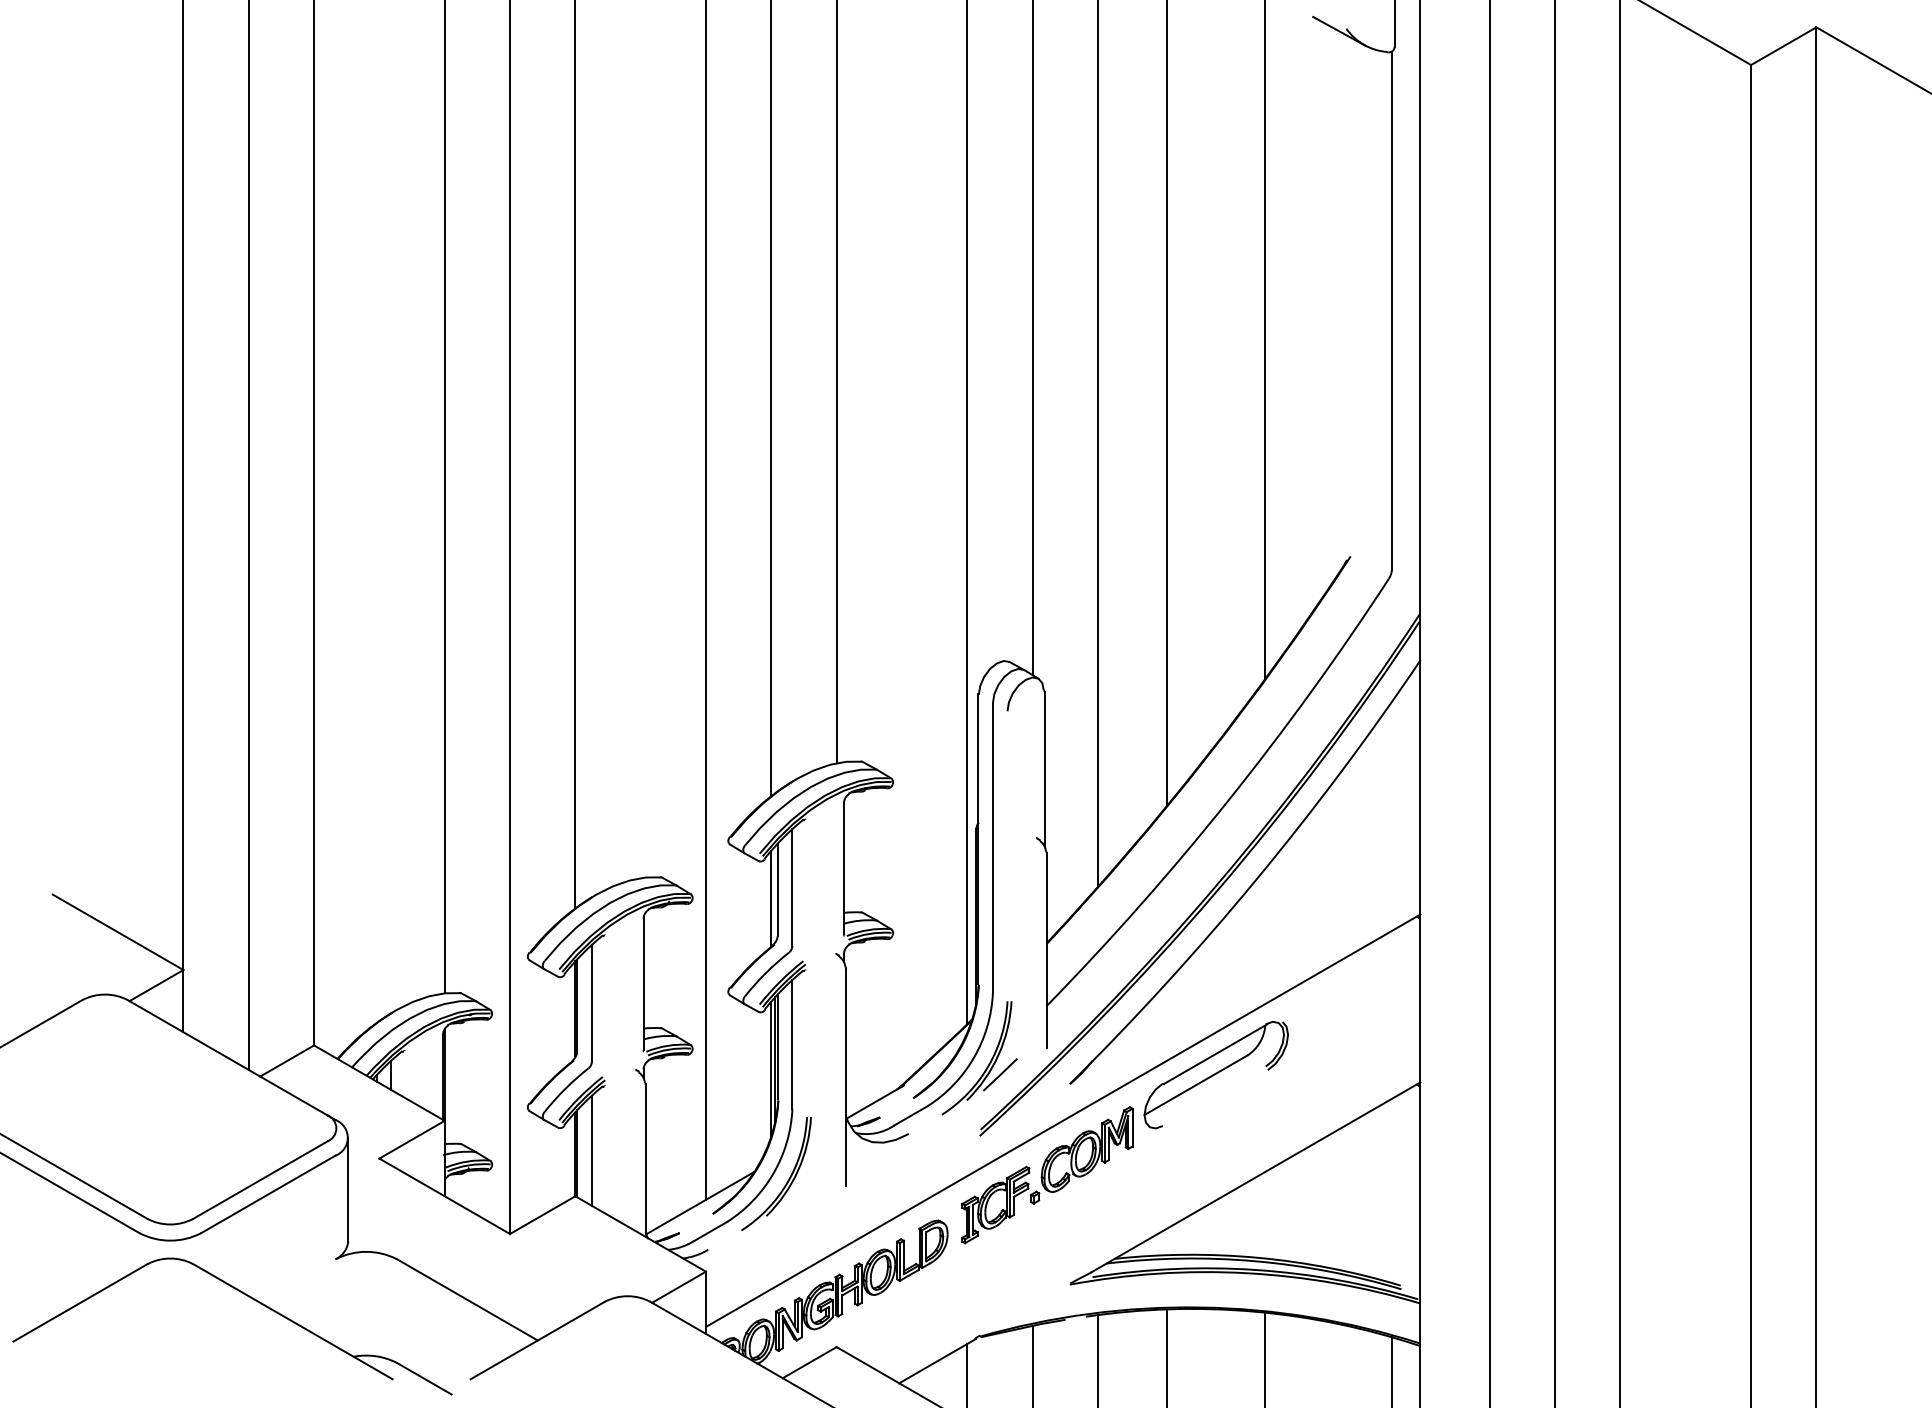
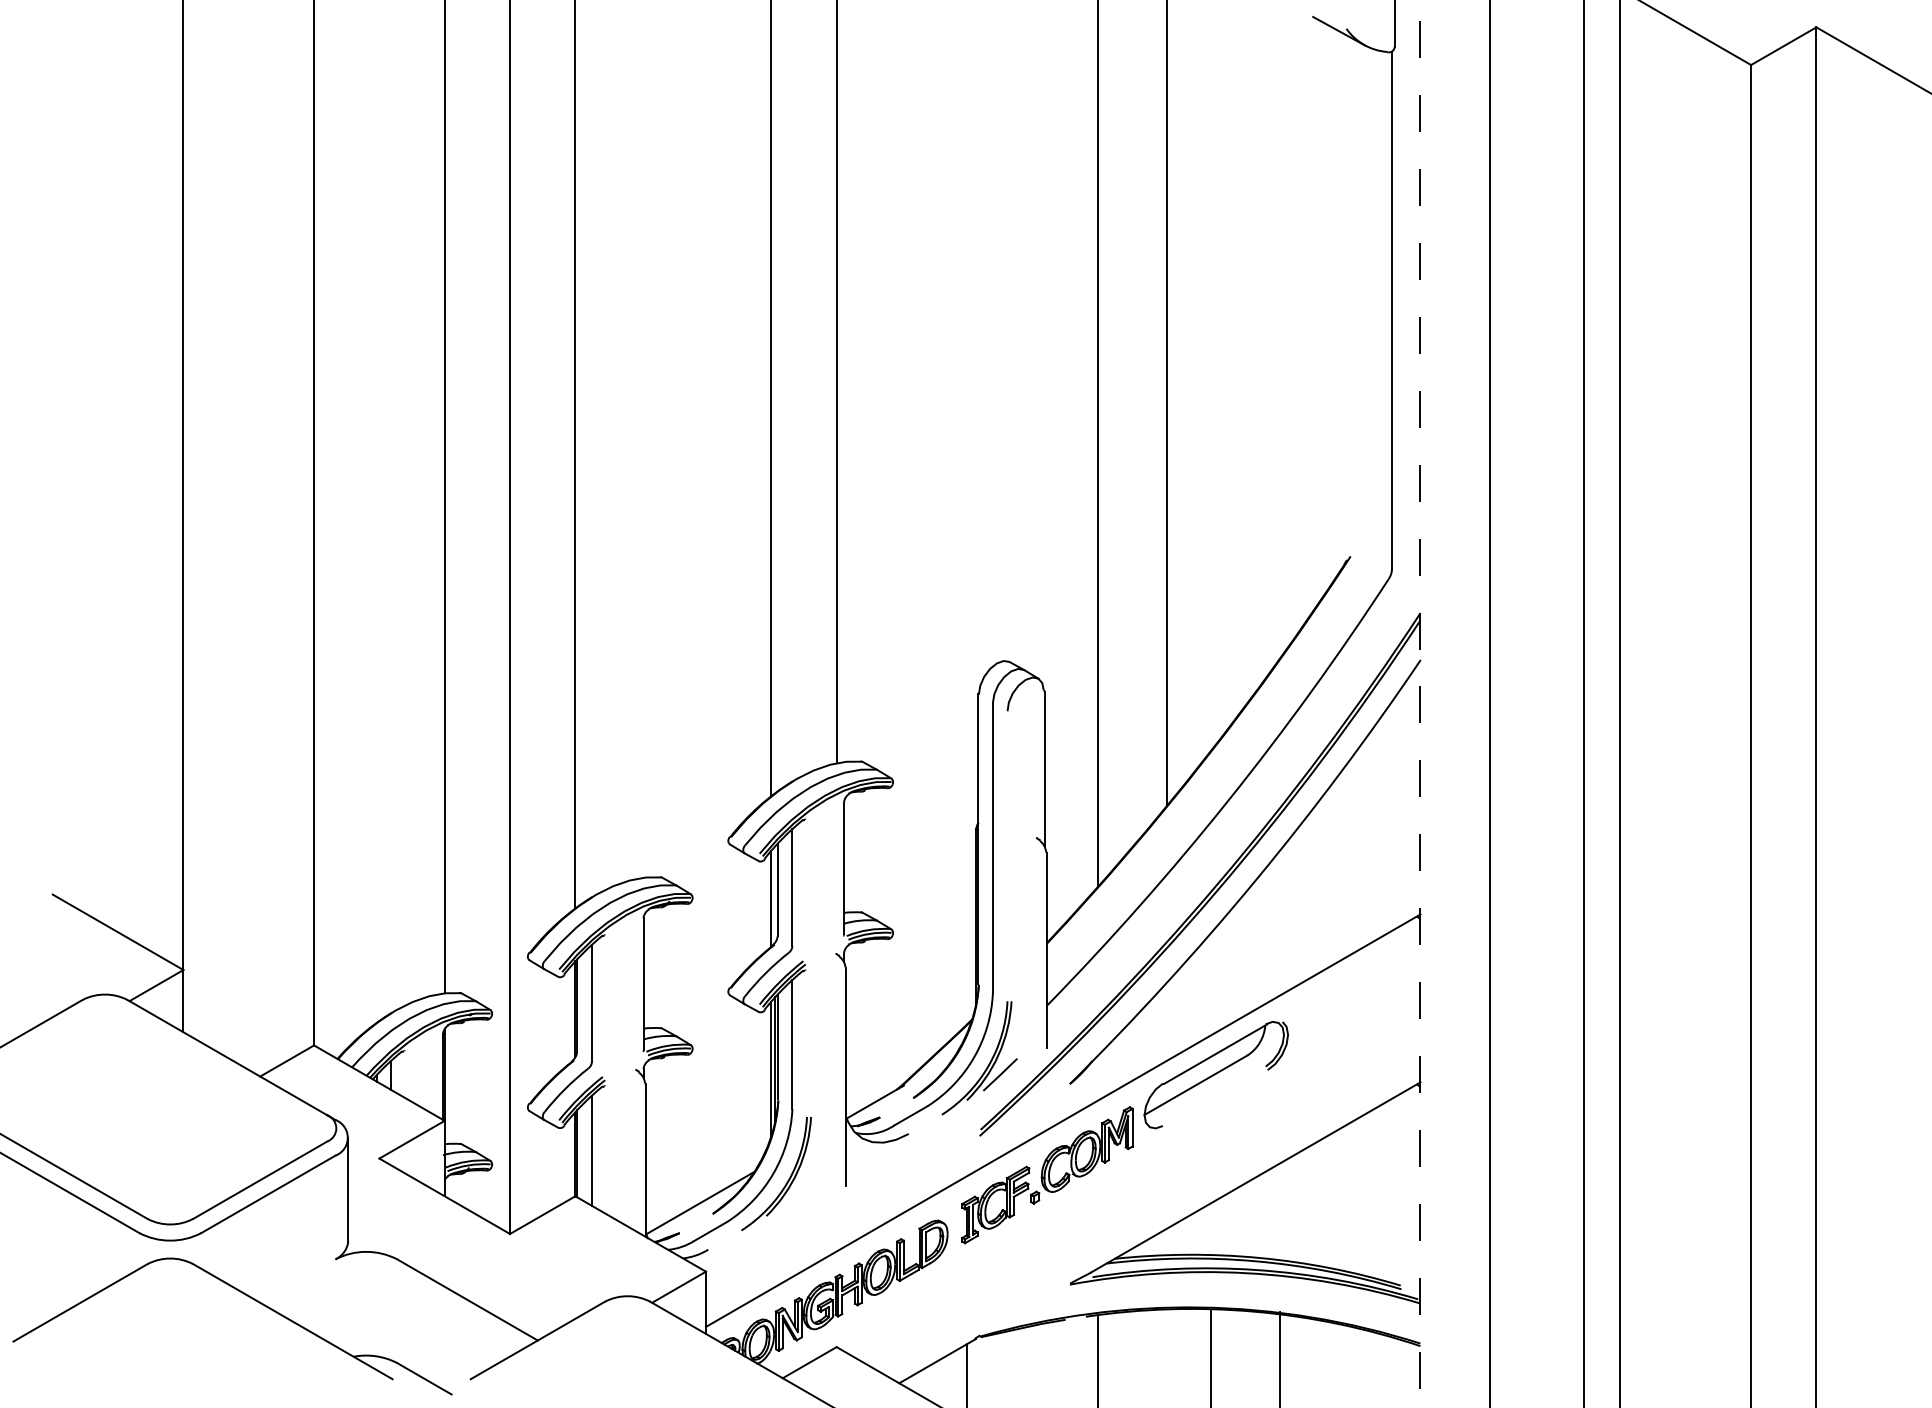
line at (1032, 338): present -> none
line at (1265, 340): present -> none
line at (967, 513): present -> none
line at (248, 535): present -> none
line at (706, 600): present -> none
line at (1420, 703): solid -> dashed
line at (1555, 703) position: (1555, 703) -> (1584, 703)
line at (1167, 1356) position: (1167, 1356) -> (1211, 1356)
line at (1265, 1358) position: (1265, 1358) -> (1280, 1358)
line at (1032, 1364): present -> none
line at (1391, 1370): present -> none
